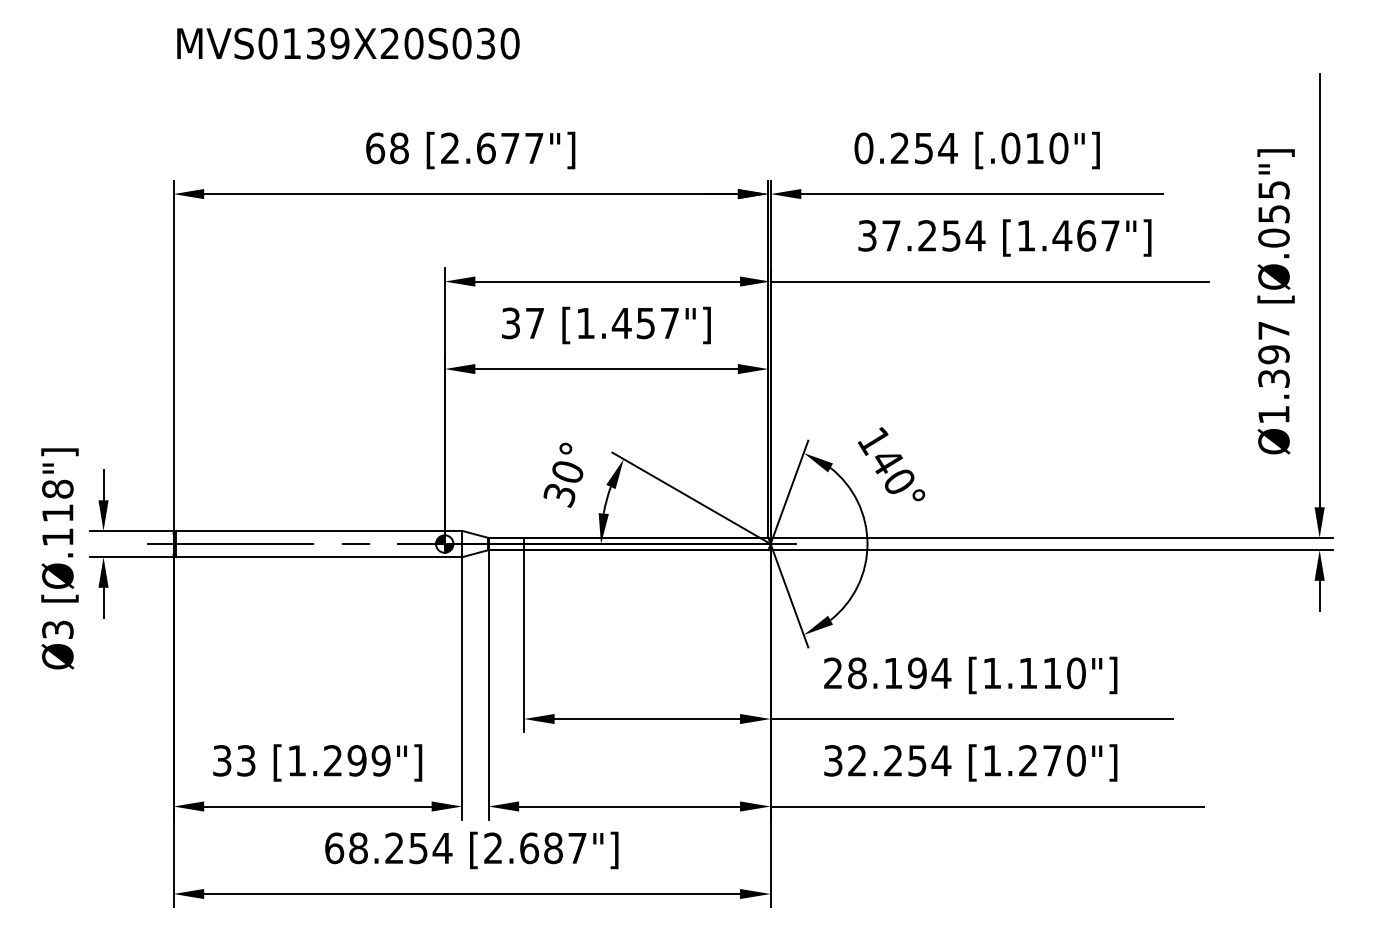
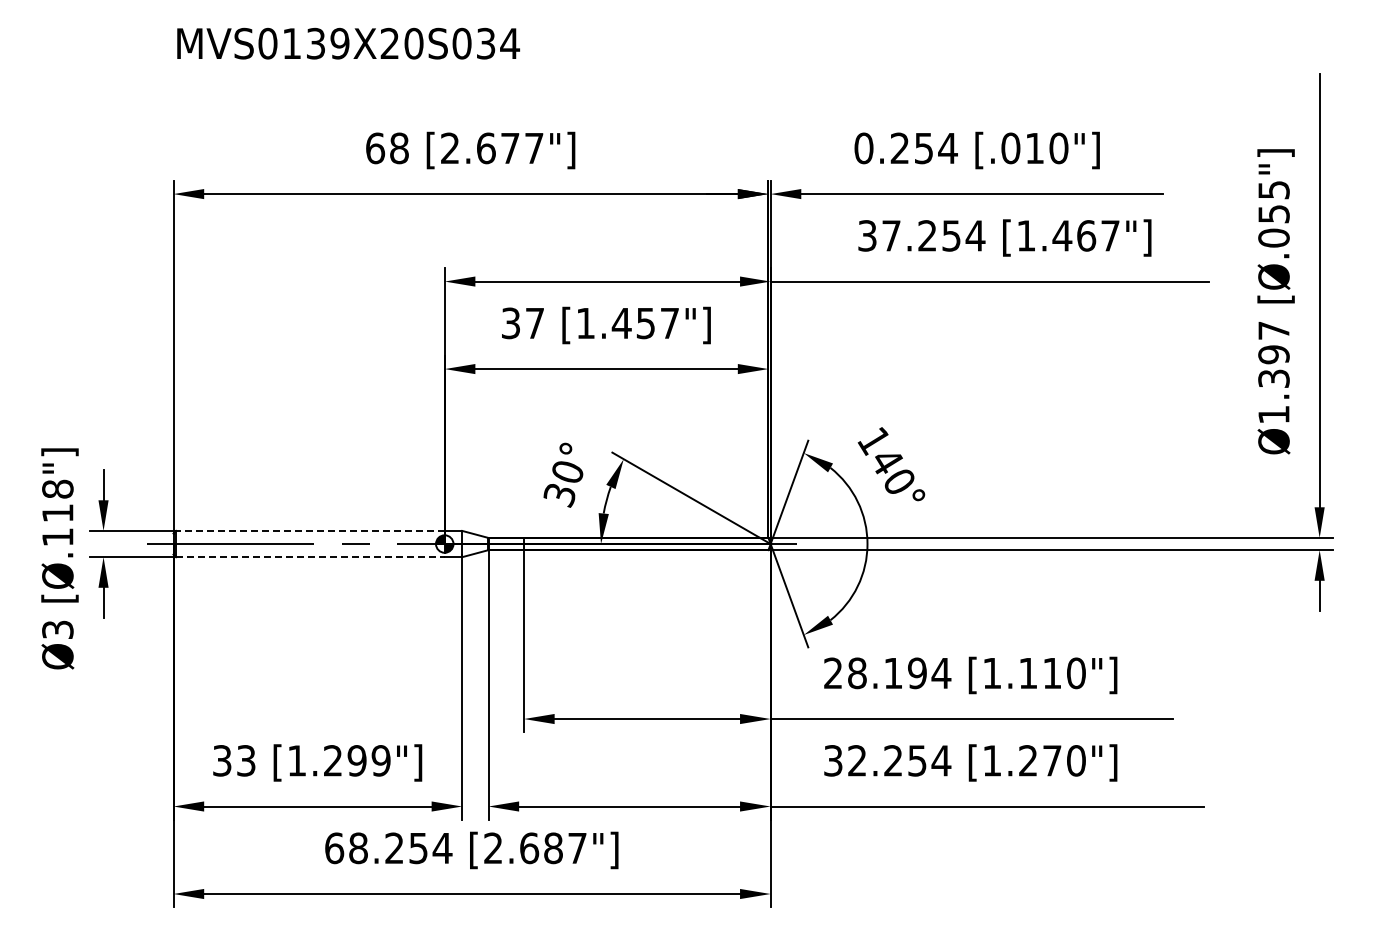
text at (510, 43): MVS0139X20S030 -> MVS0139X20S034
line at (309, 530): solid -> dashed
line at (310, 557): solid -> dashed
